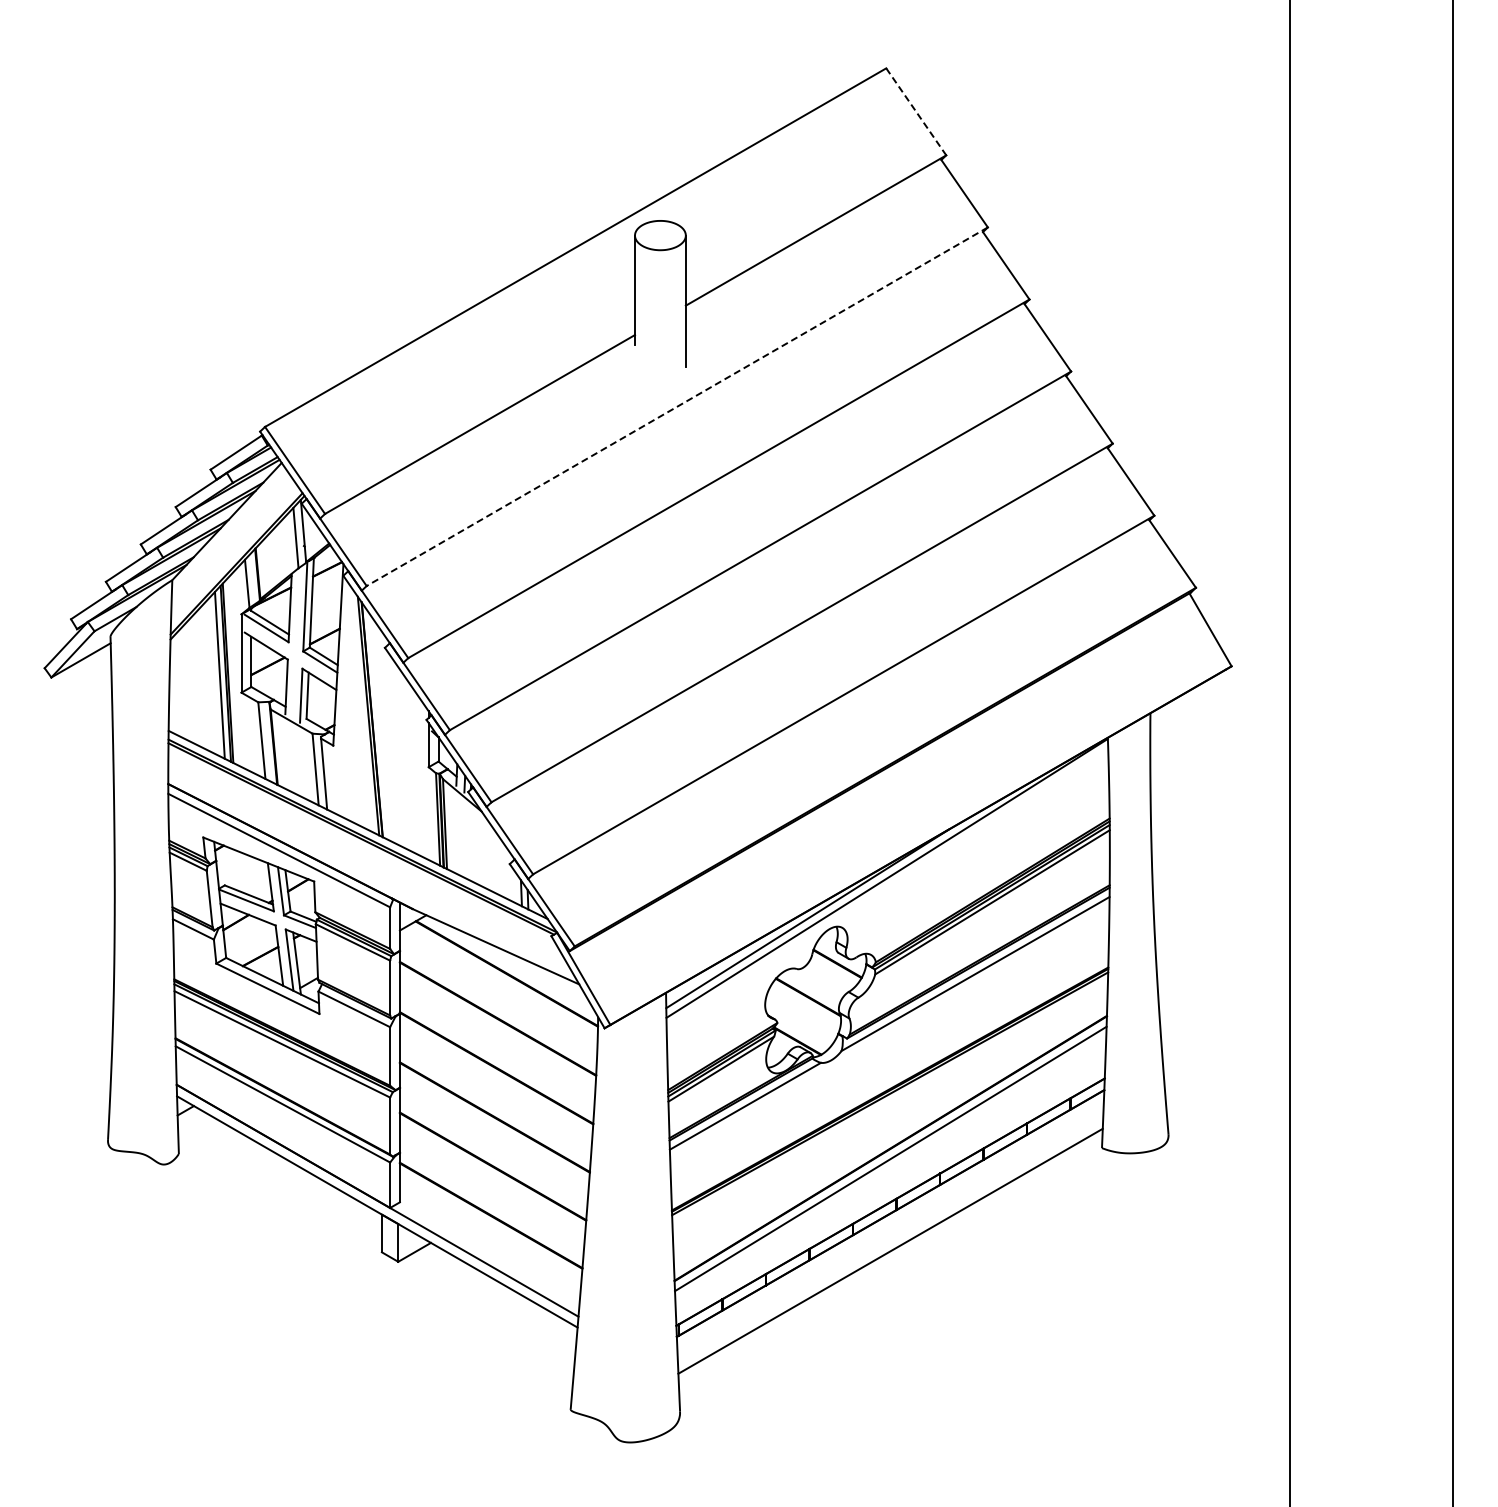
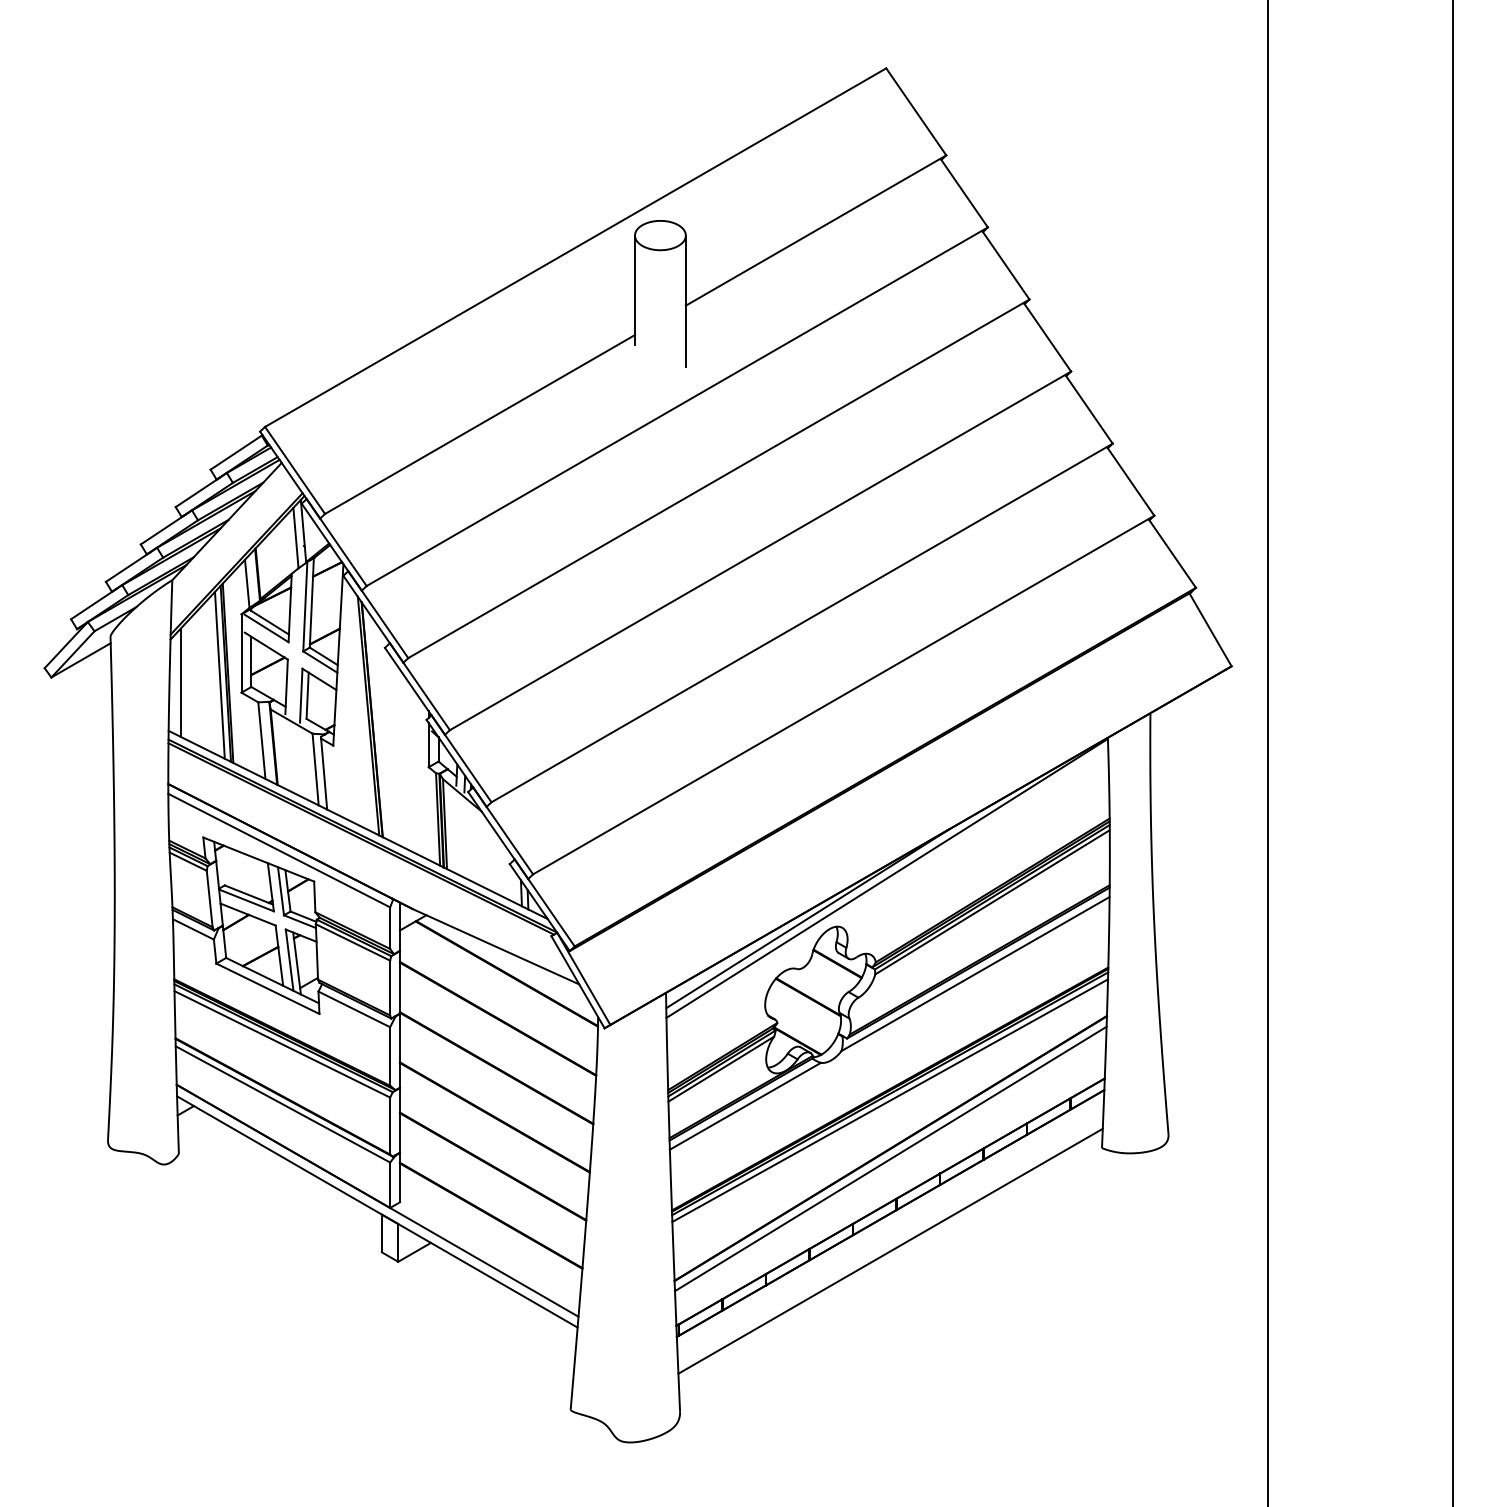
line at (916, 111): dashed -> solid
line at (677, 406): dashed -> solid
line at (180, 682): none -> present
line at (1290, 752) position: (1290, 752) -> (1268, 752)
line at (890, 1100): none -> present
